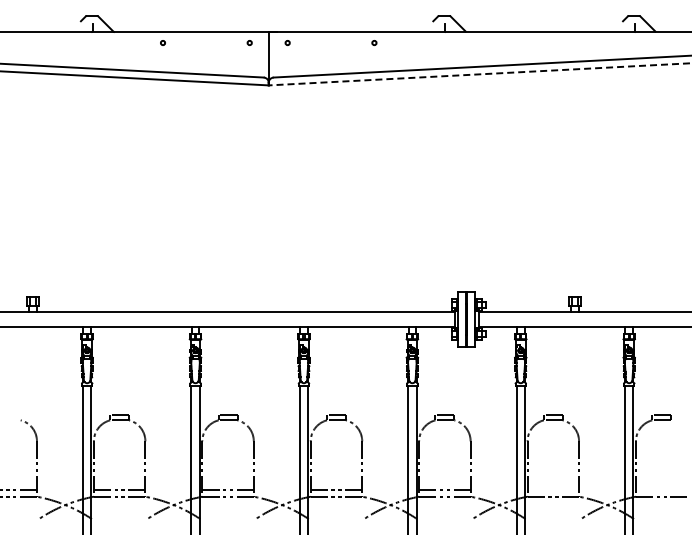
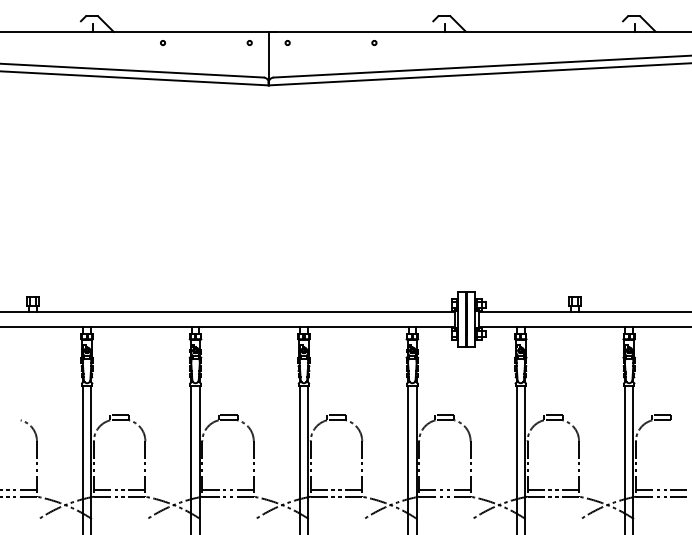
line at (479, 74): dashed -> solid
line at (553, 490): none -> present
line at (661, 490): none -> present
